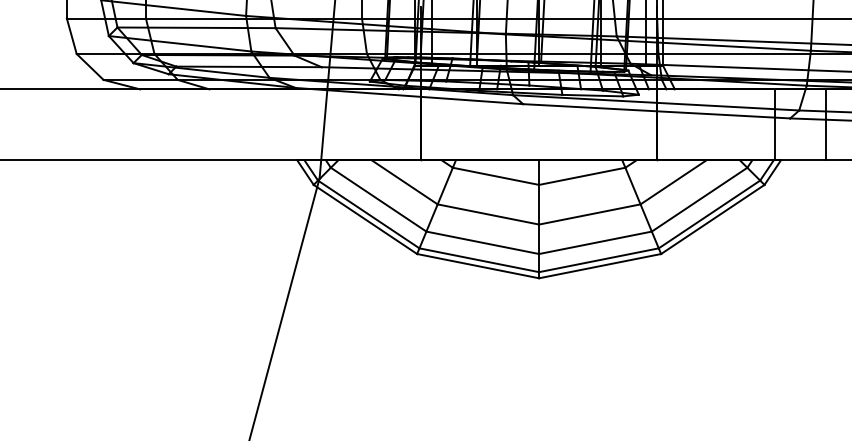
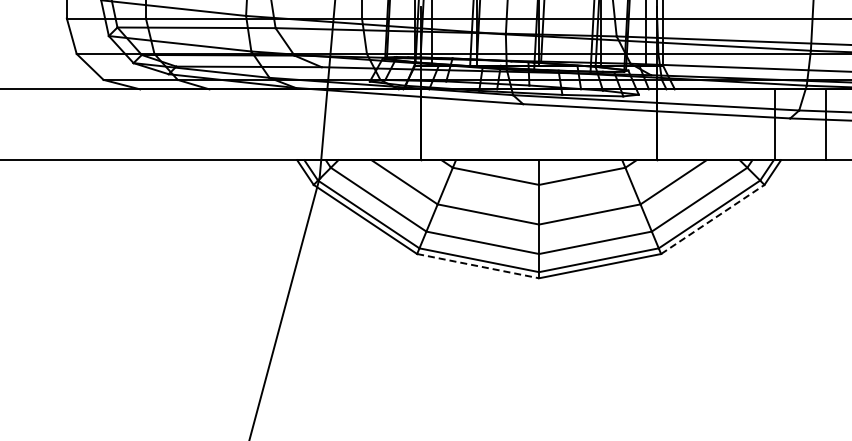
line at (713, 219): solid -> dashed
line at (478, 266): solid -> dashed
